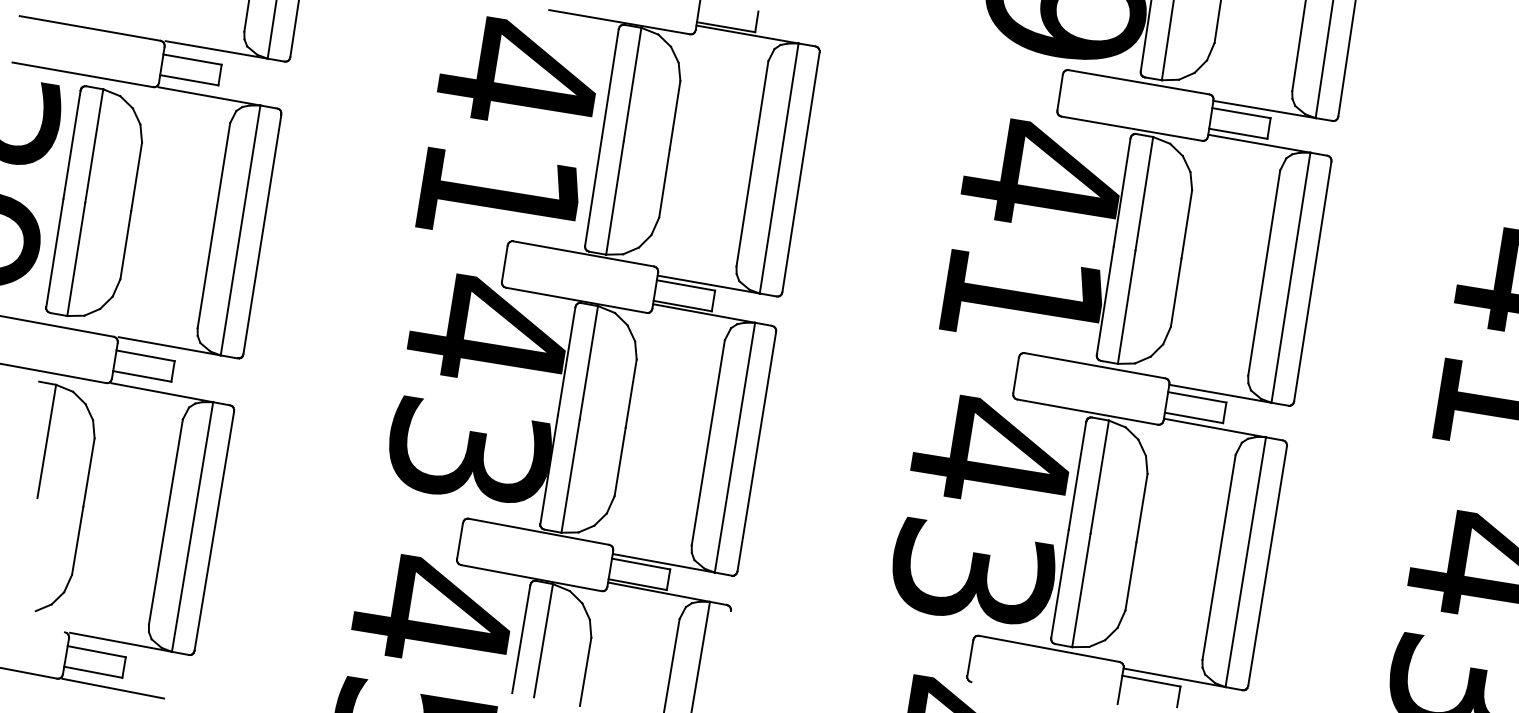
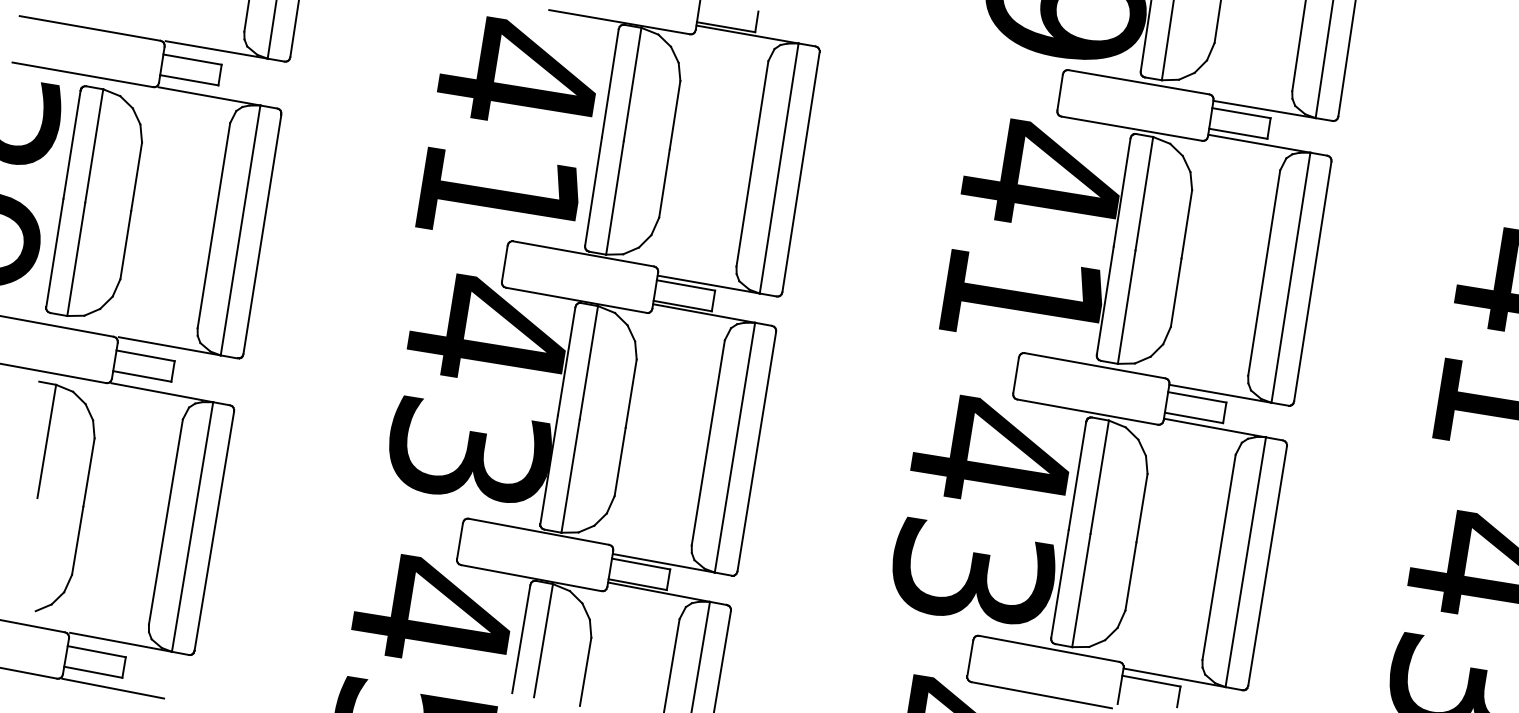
line at (33, 626): none -> present
line at (722, 660): none -> present
line at (1041, 695): none -> present
